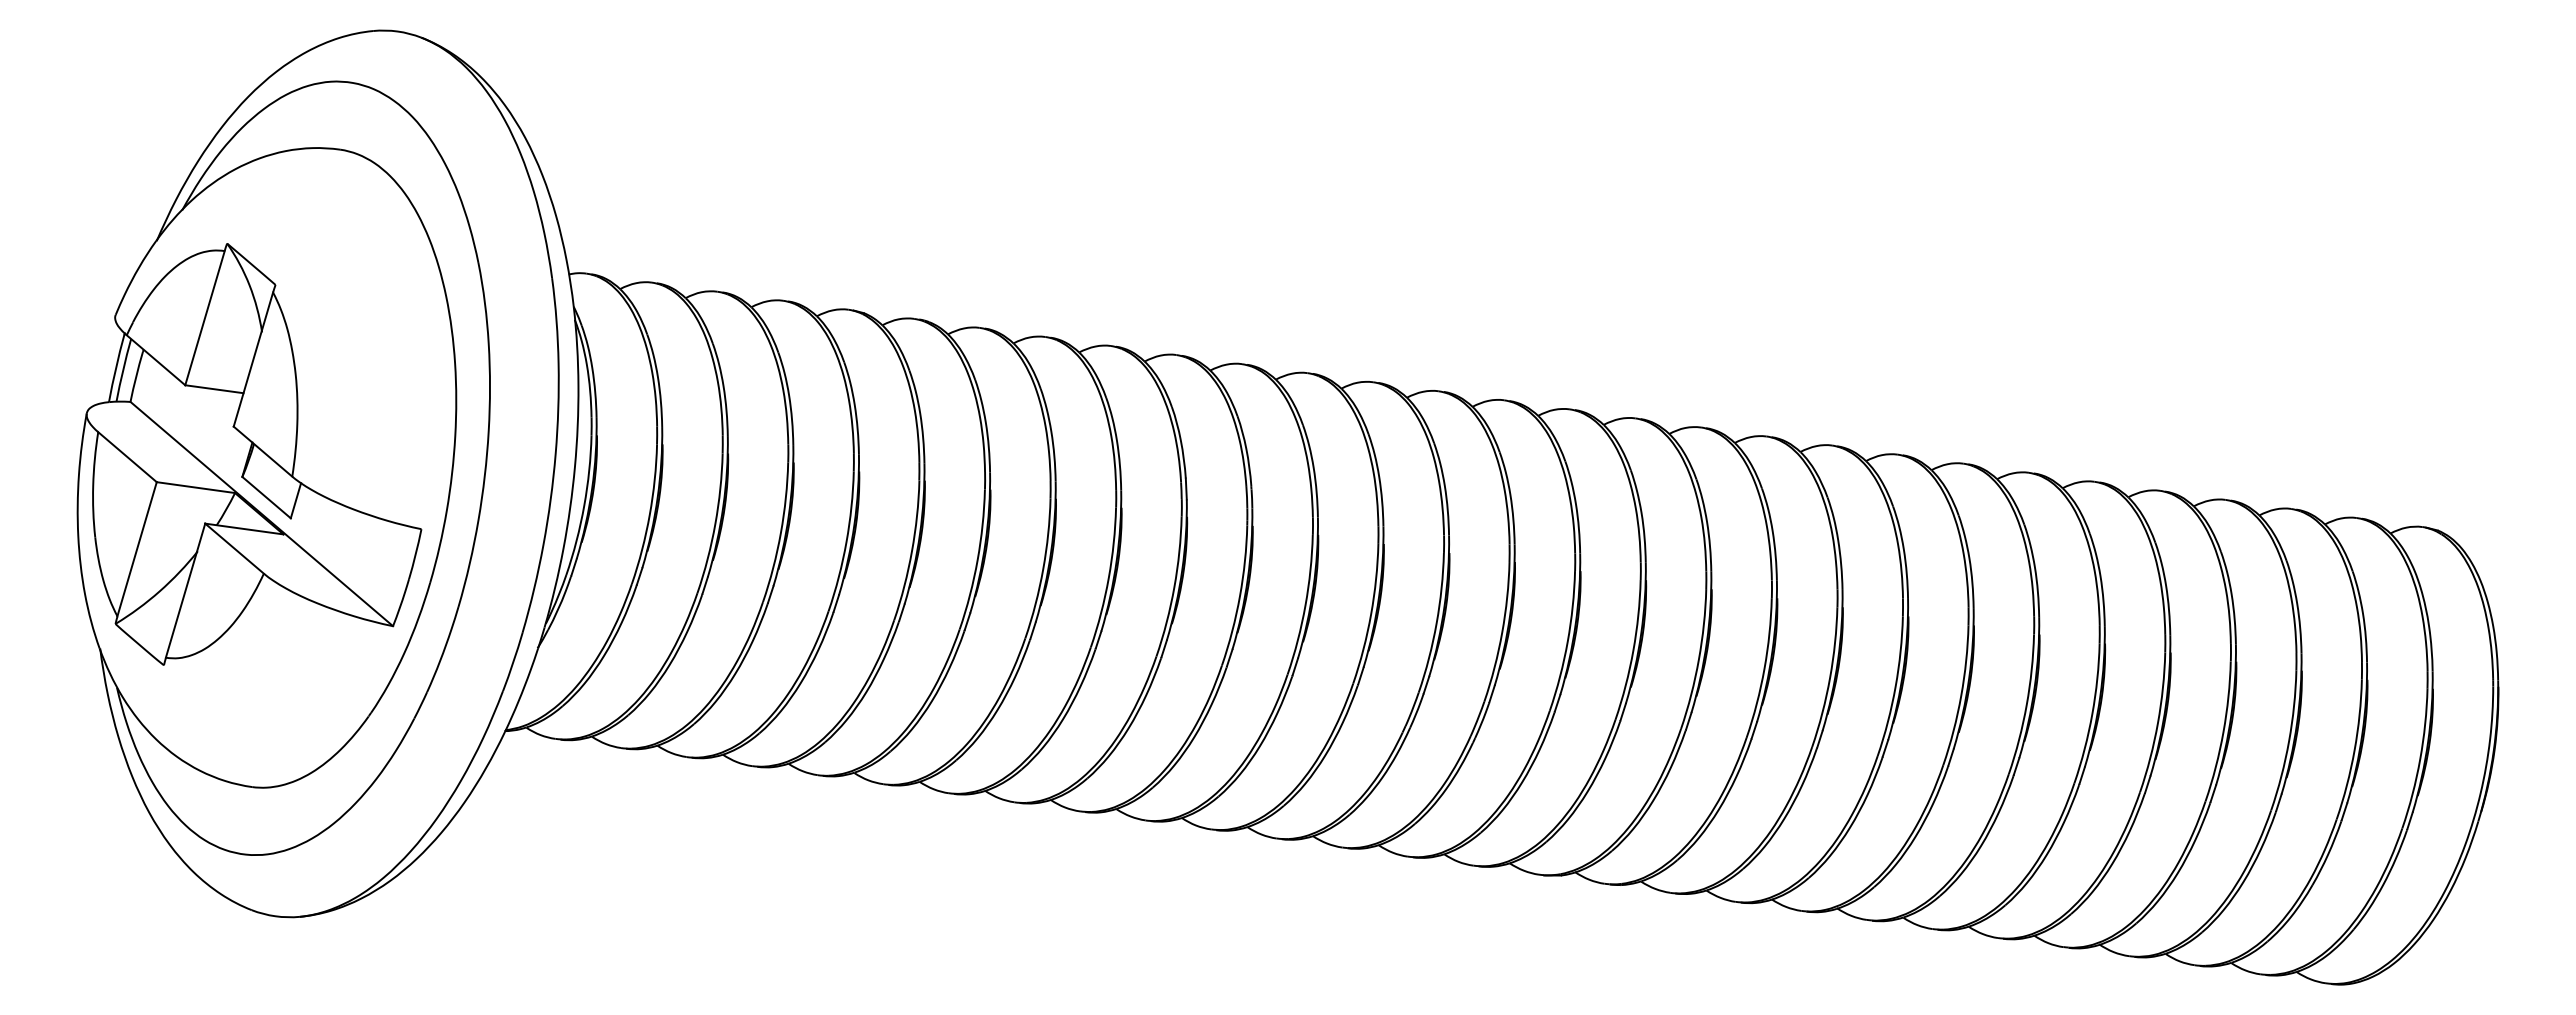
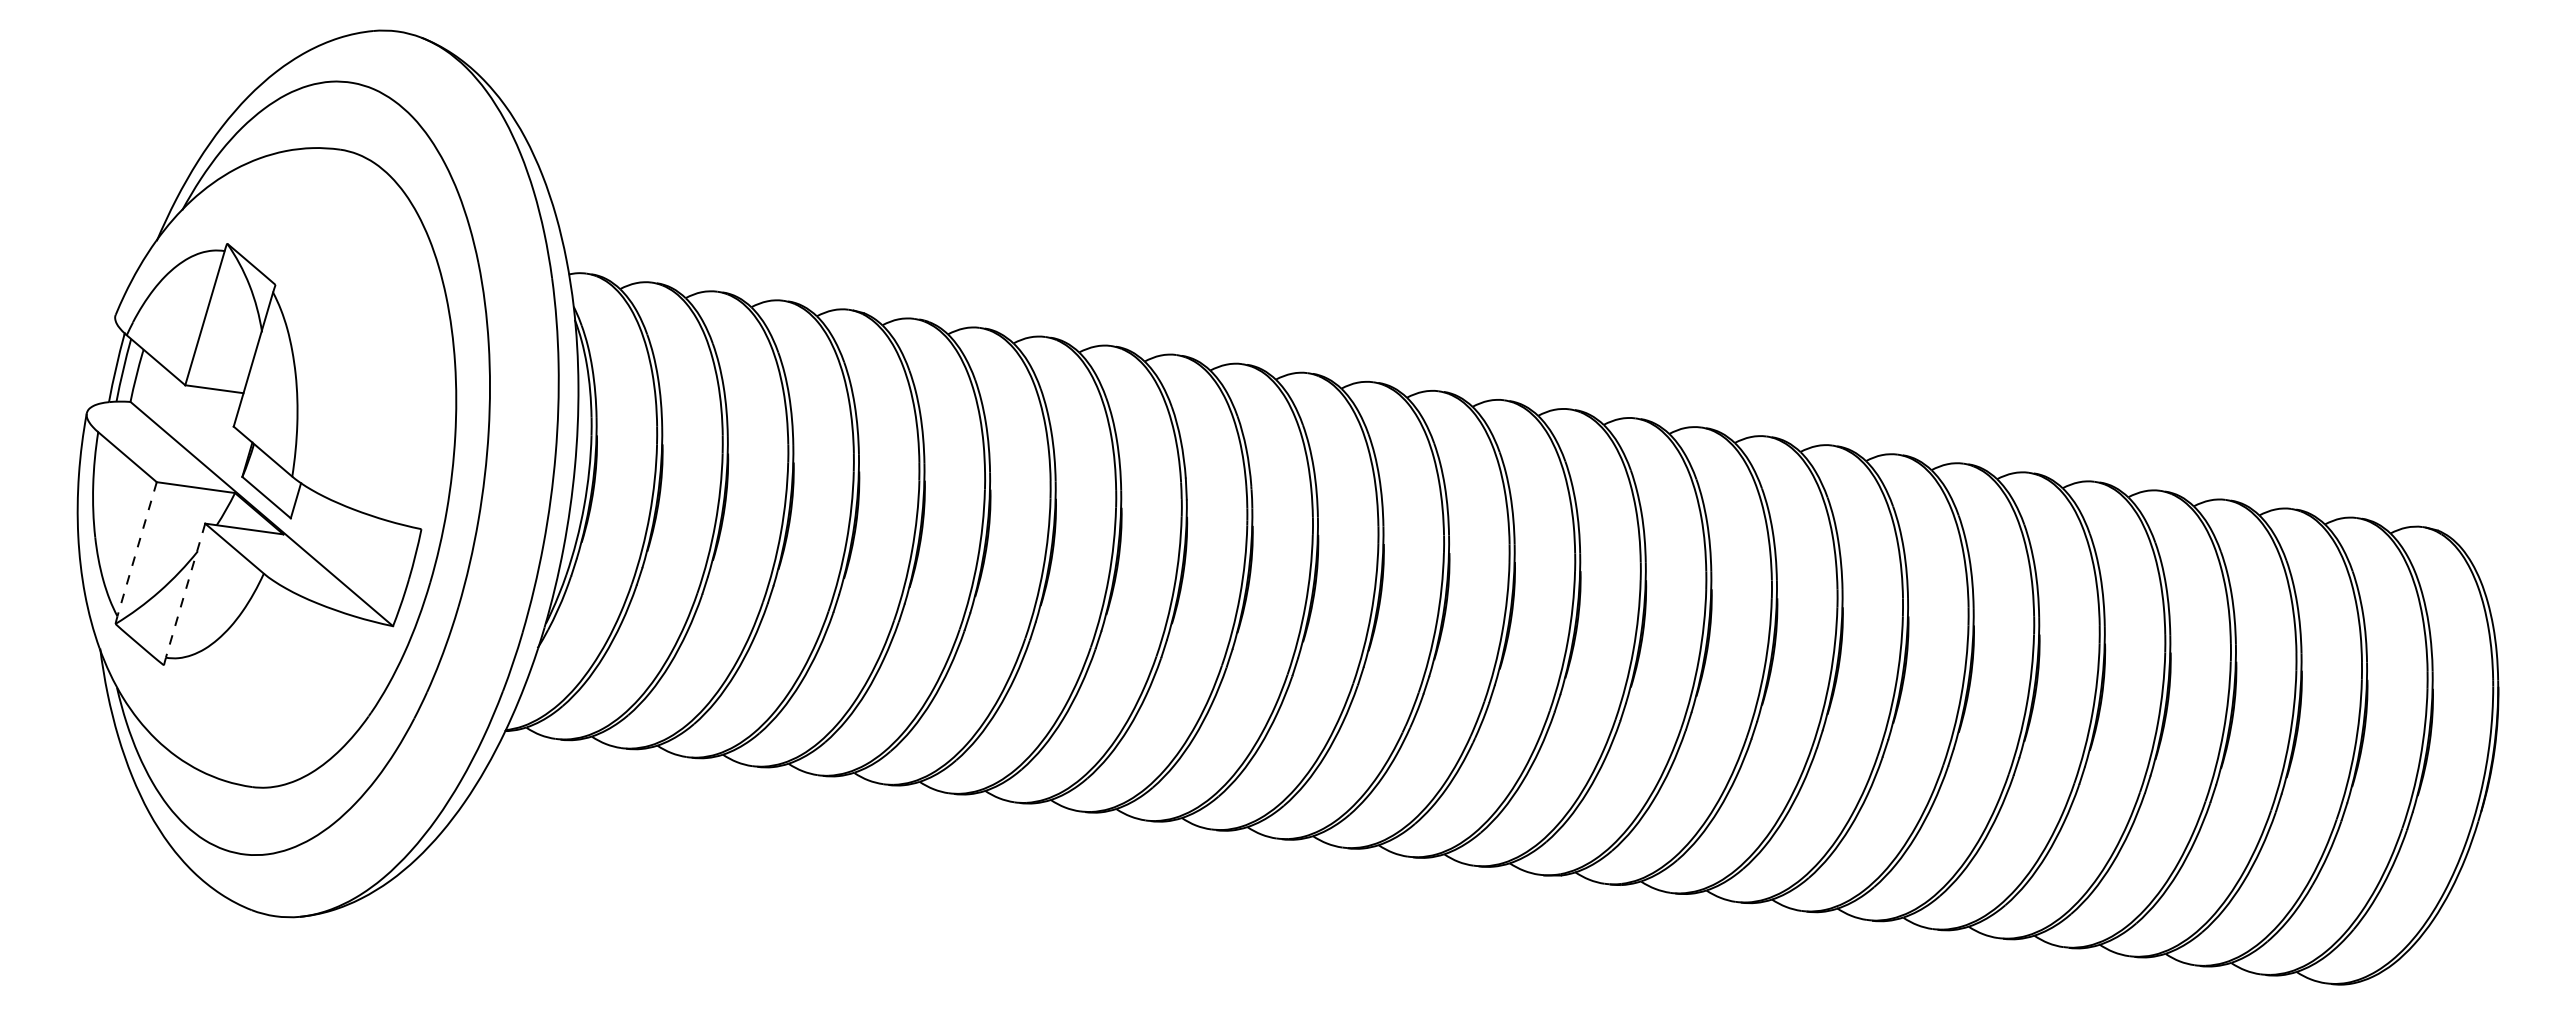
line at (137, 549): solid -> dashed
line at (185, 590): solid -> dashed
